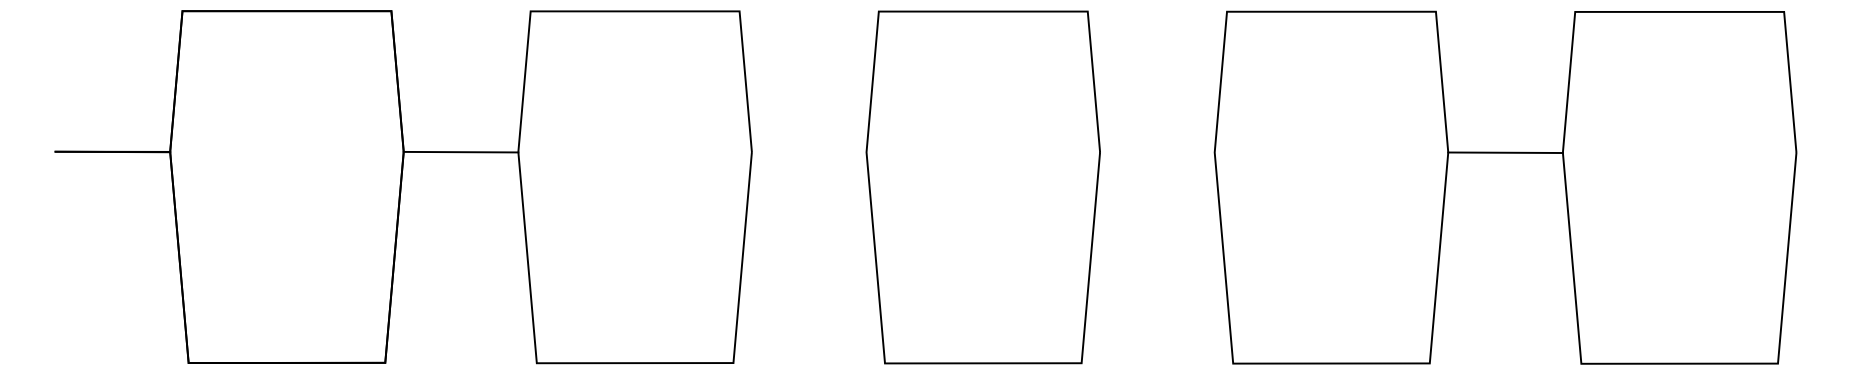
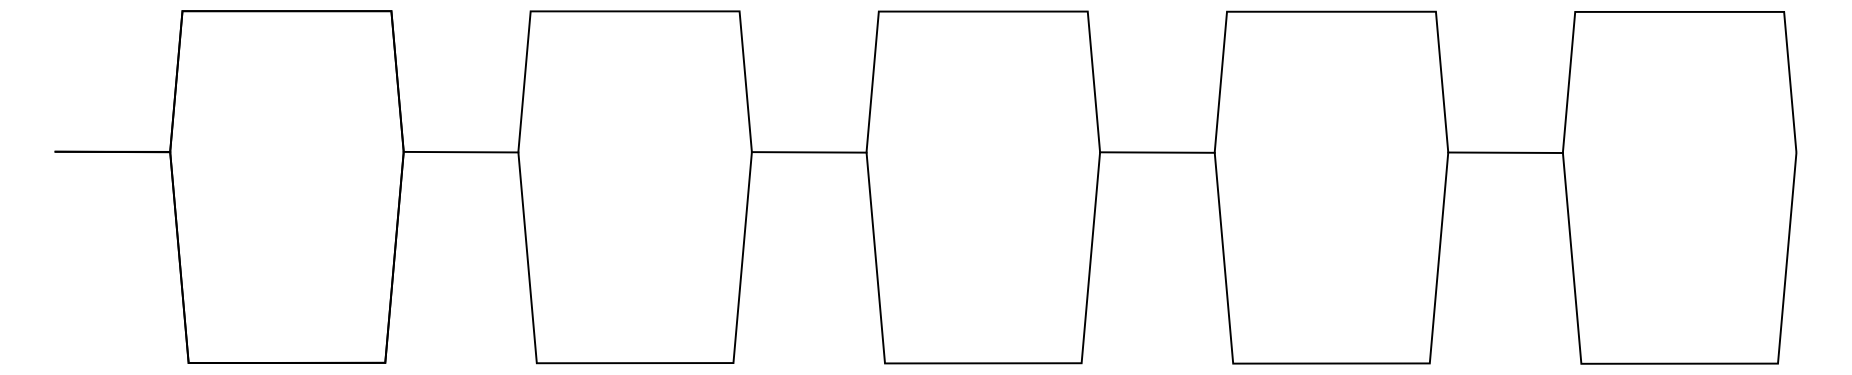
line at (808, 152): none -> present
line at (1157, 152): none -> present
